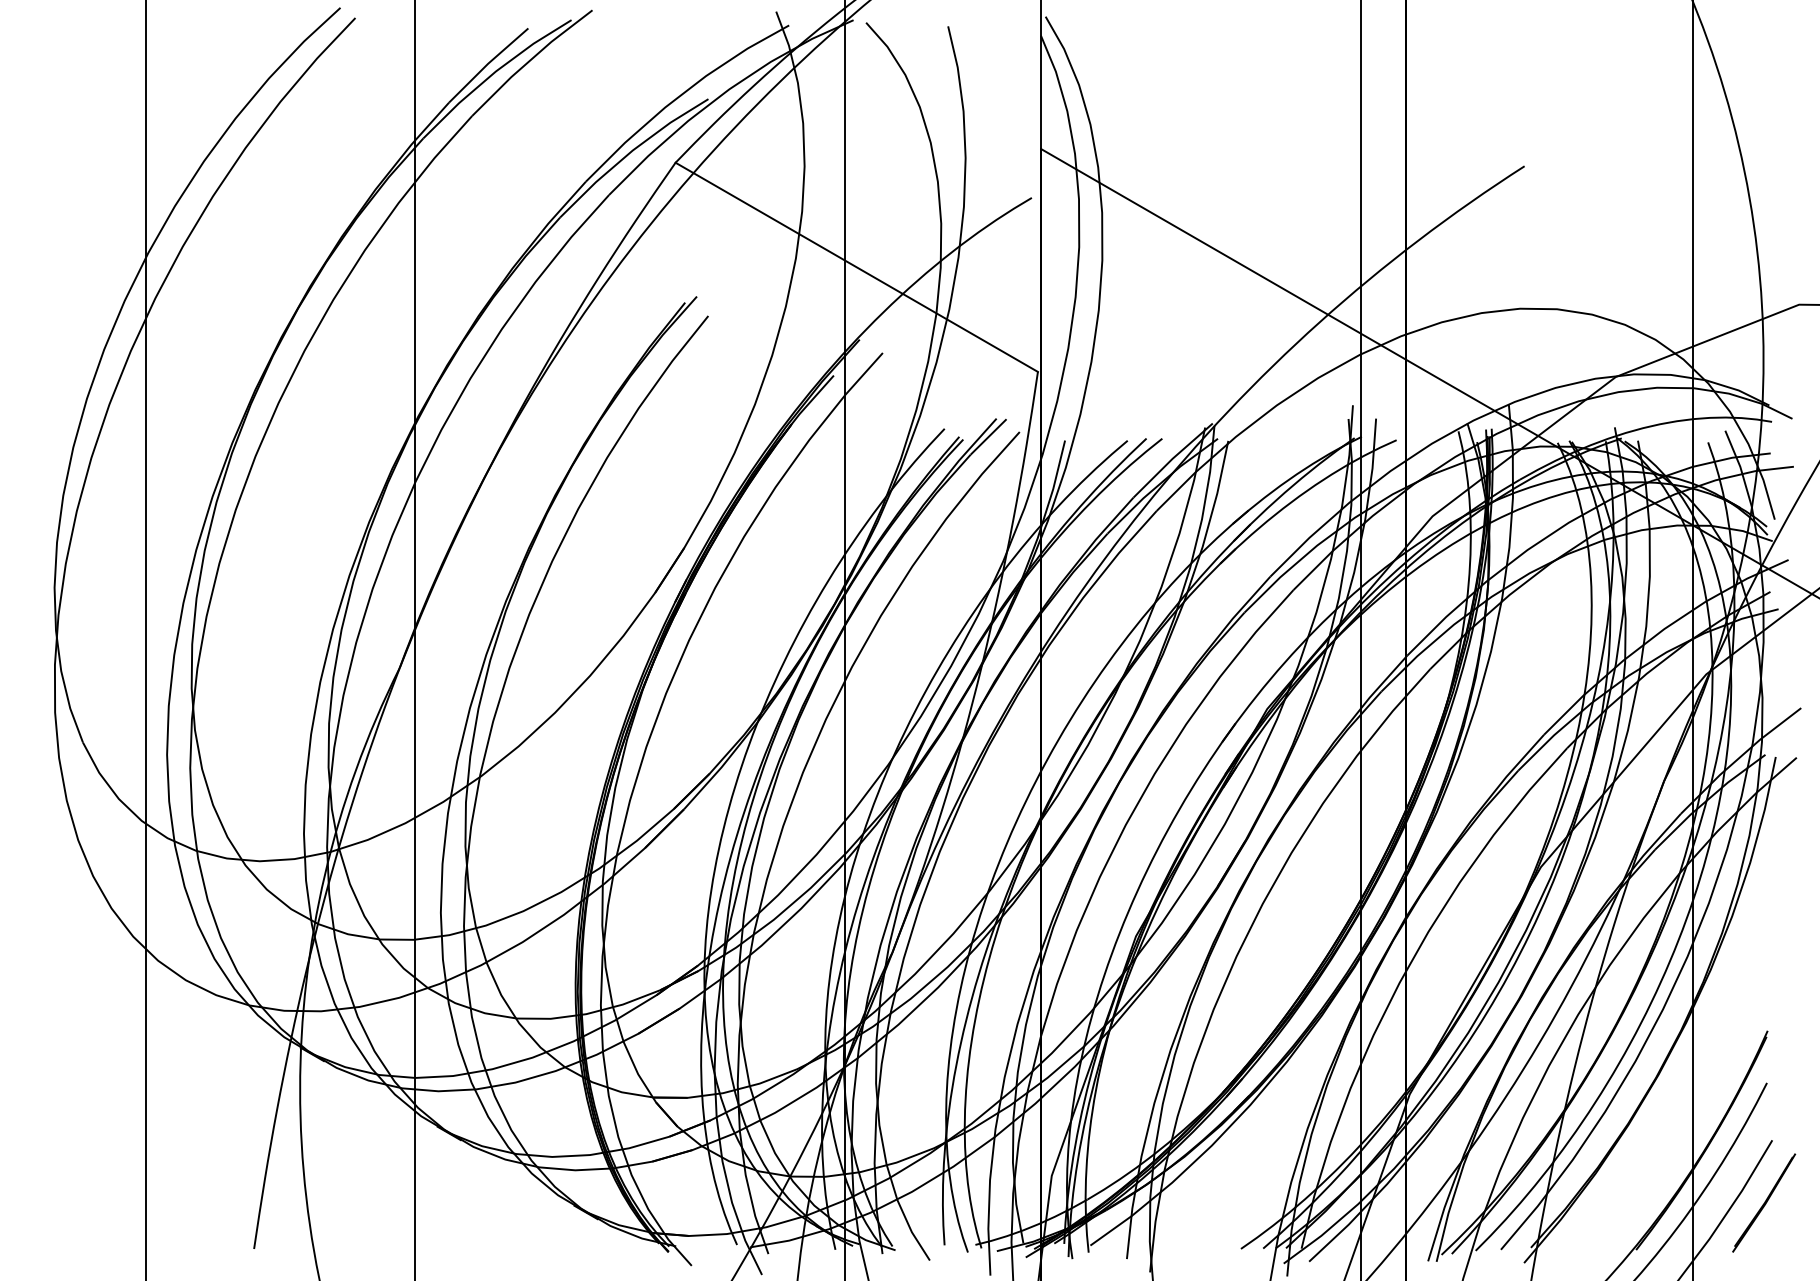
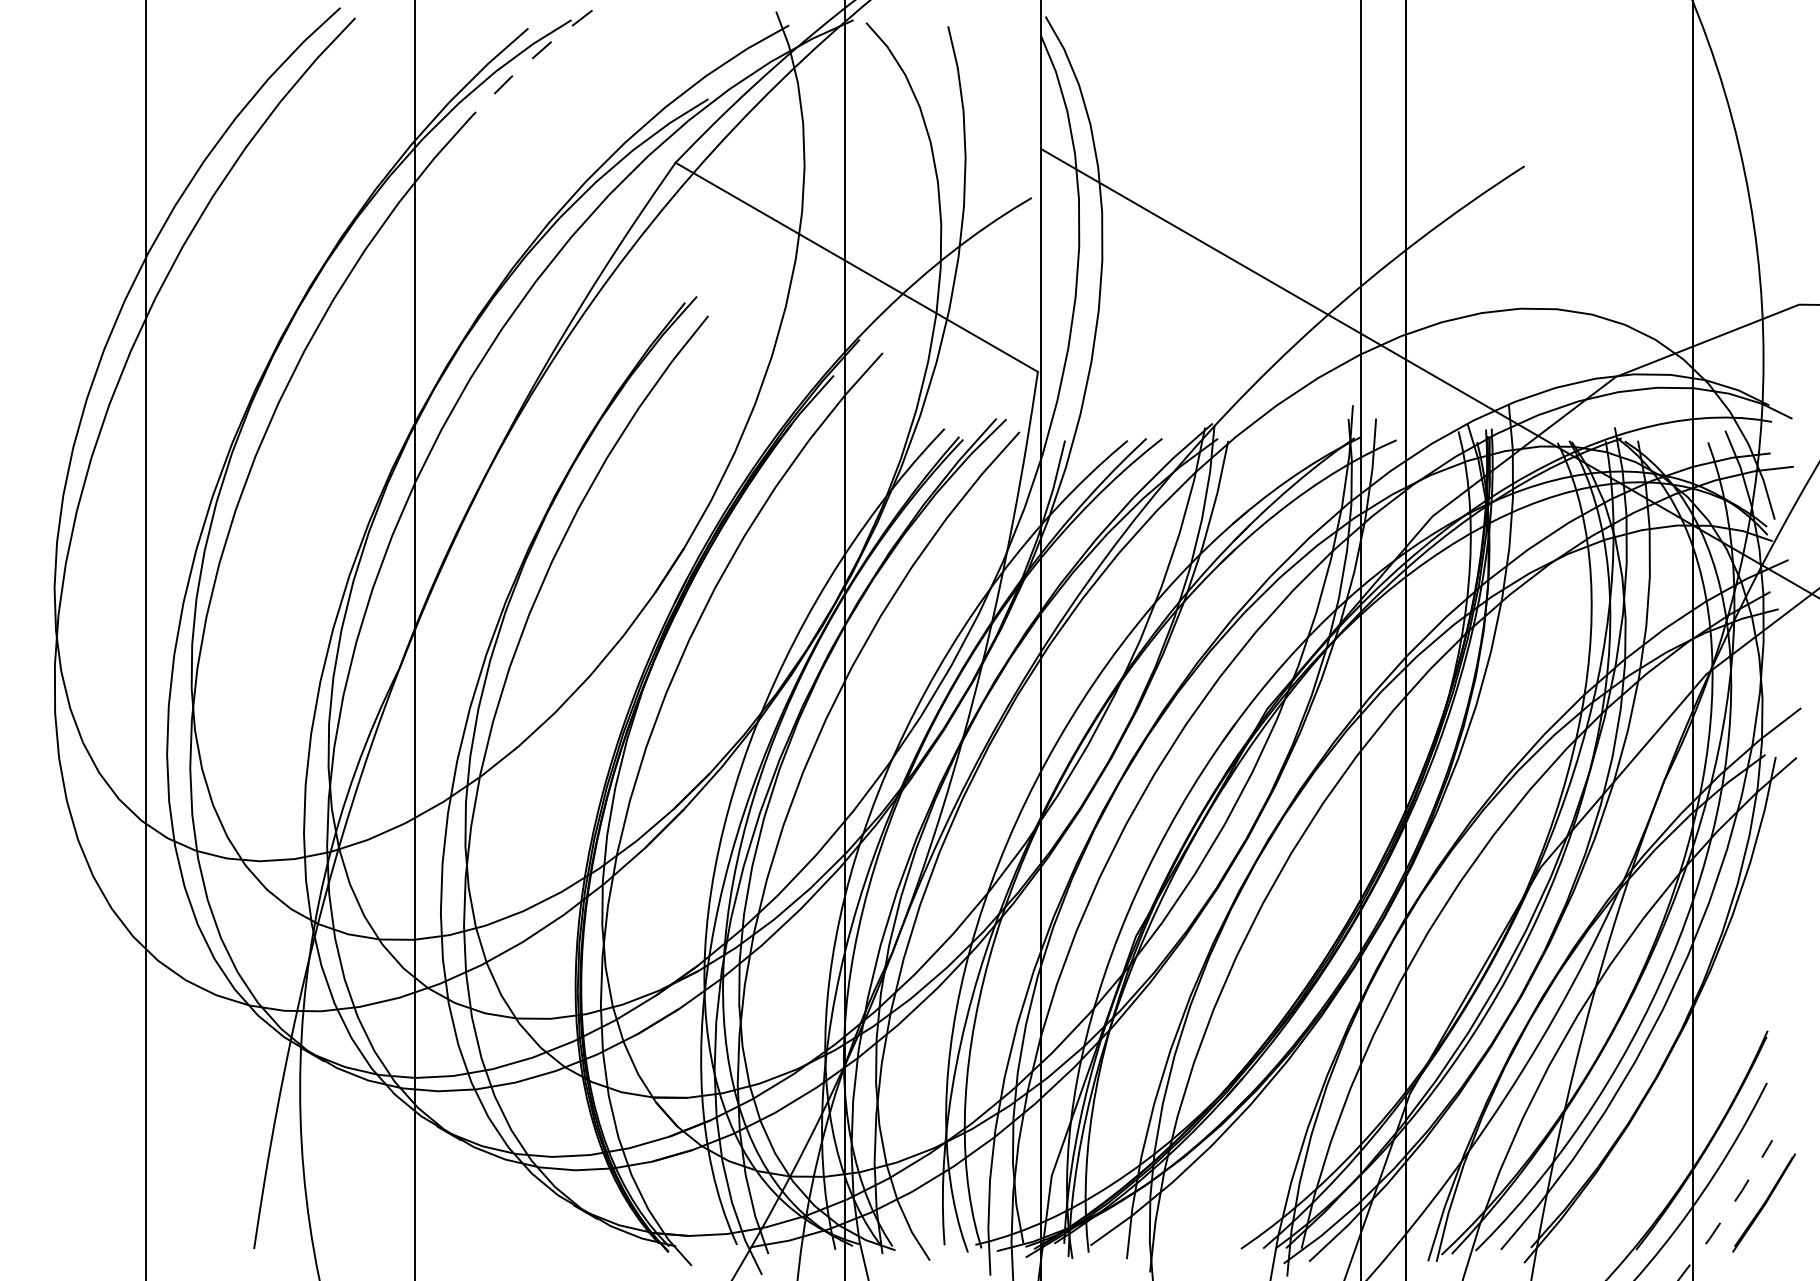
line at (529, 60): solid -> dashed
line at (1727, 1212): solid -> dashed
